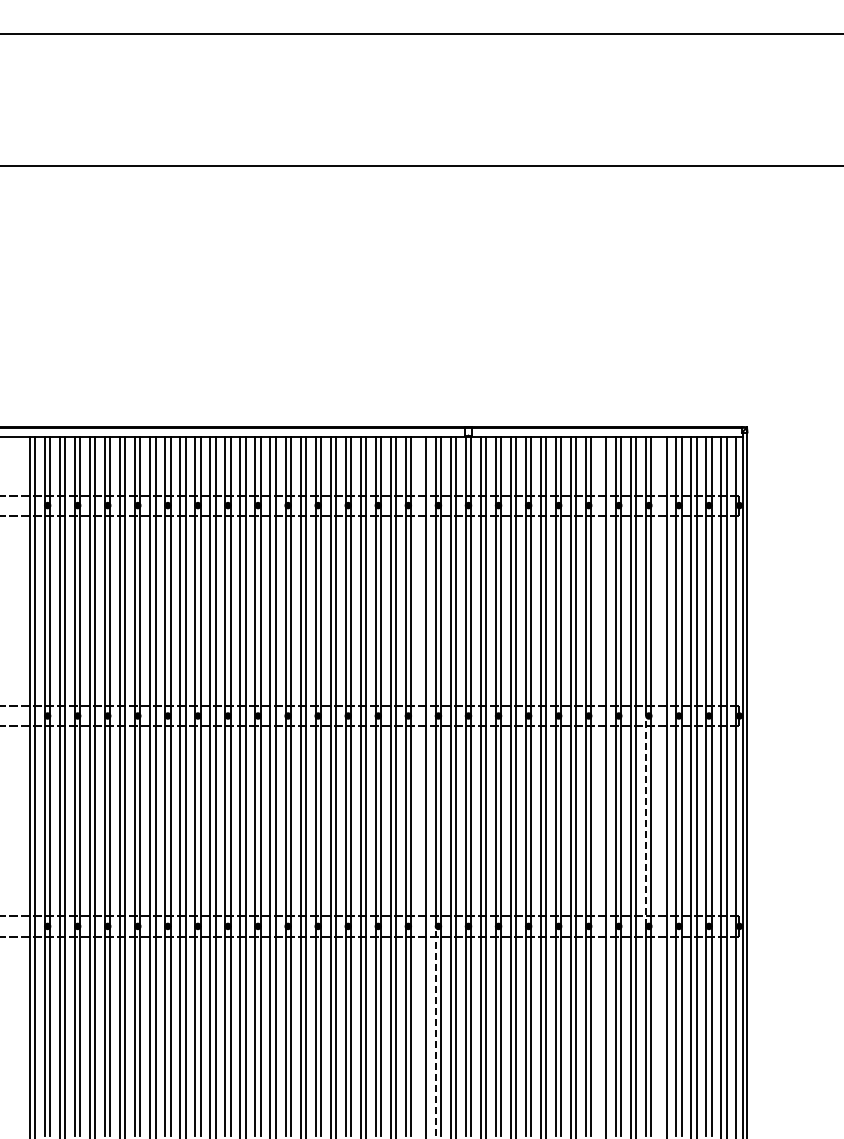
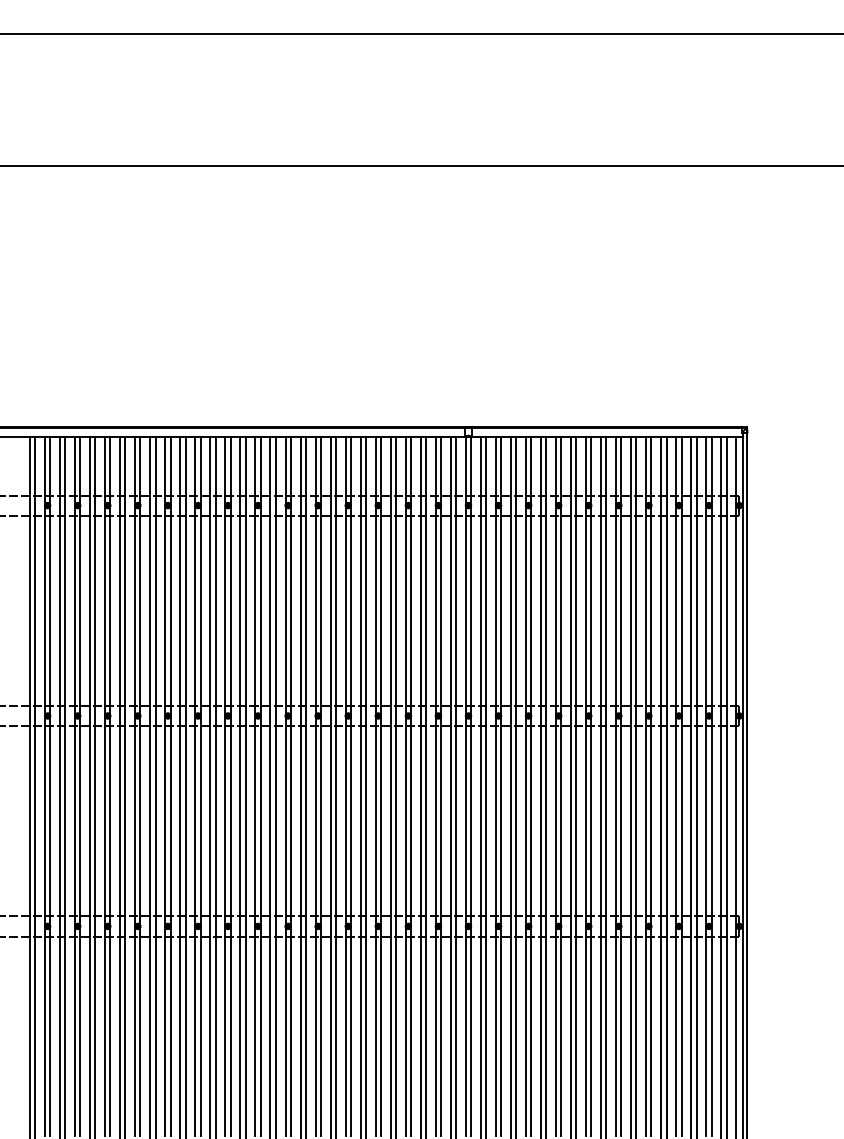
line at (420, 785): none -> present
line at (601, 785): none -> present
line at (661, 785): none -> present
line at (646, 820): dashed -> solid
line at (435, 1031): dashed -> solid
